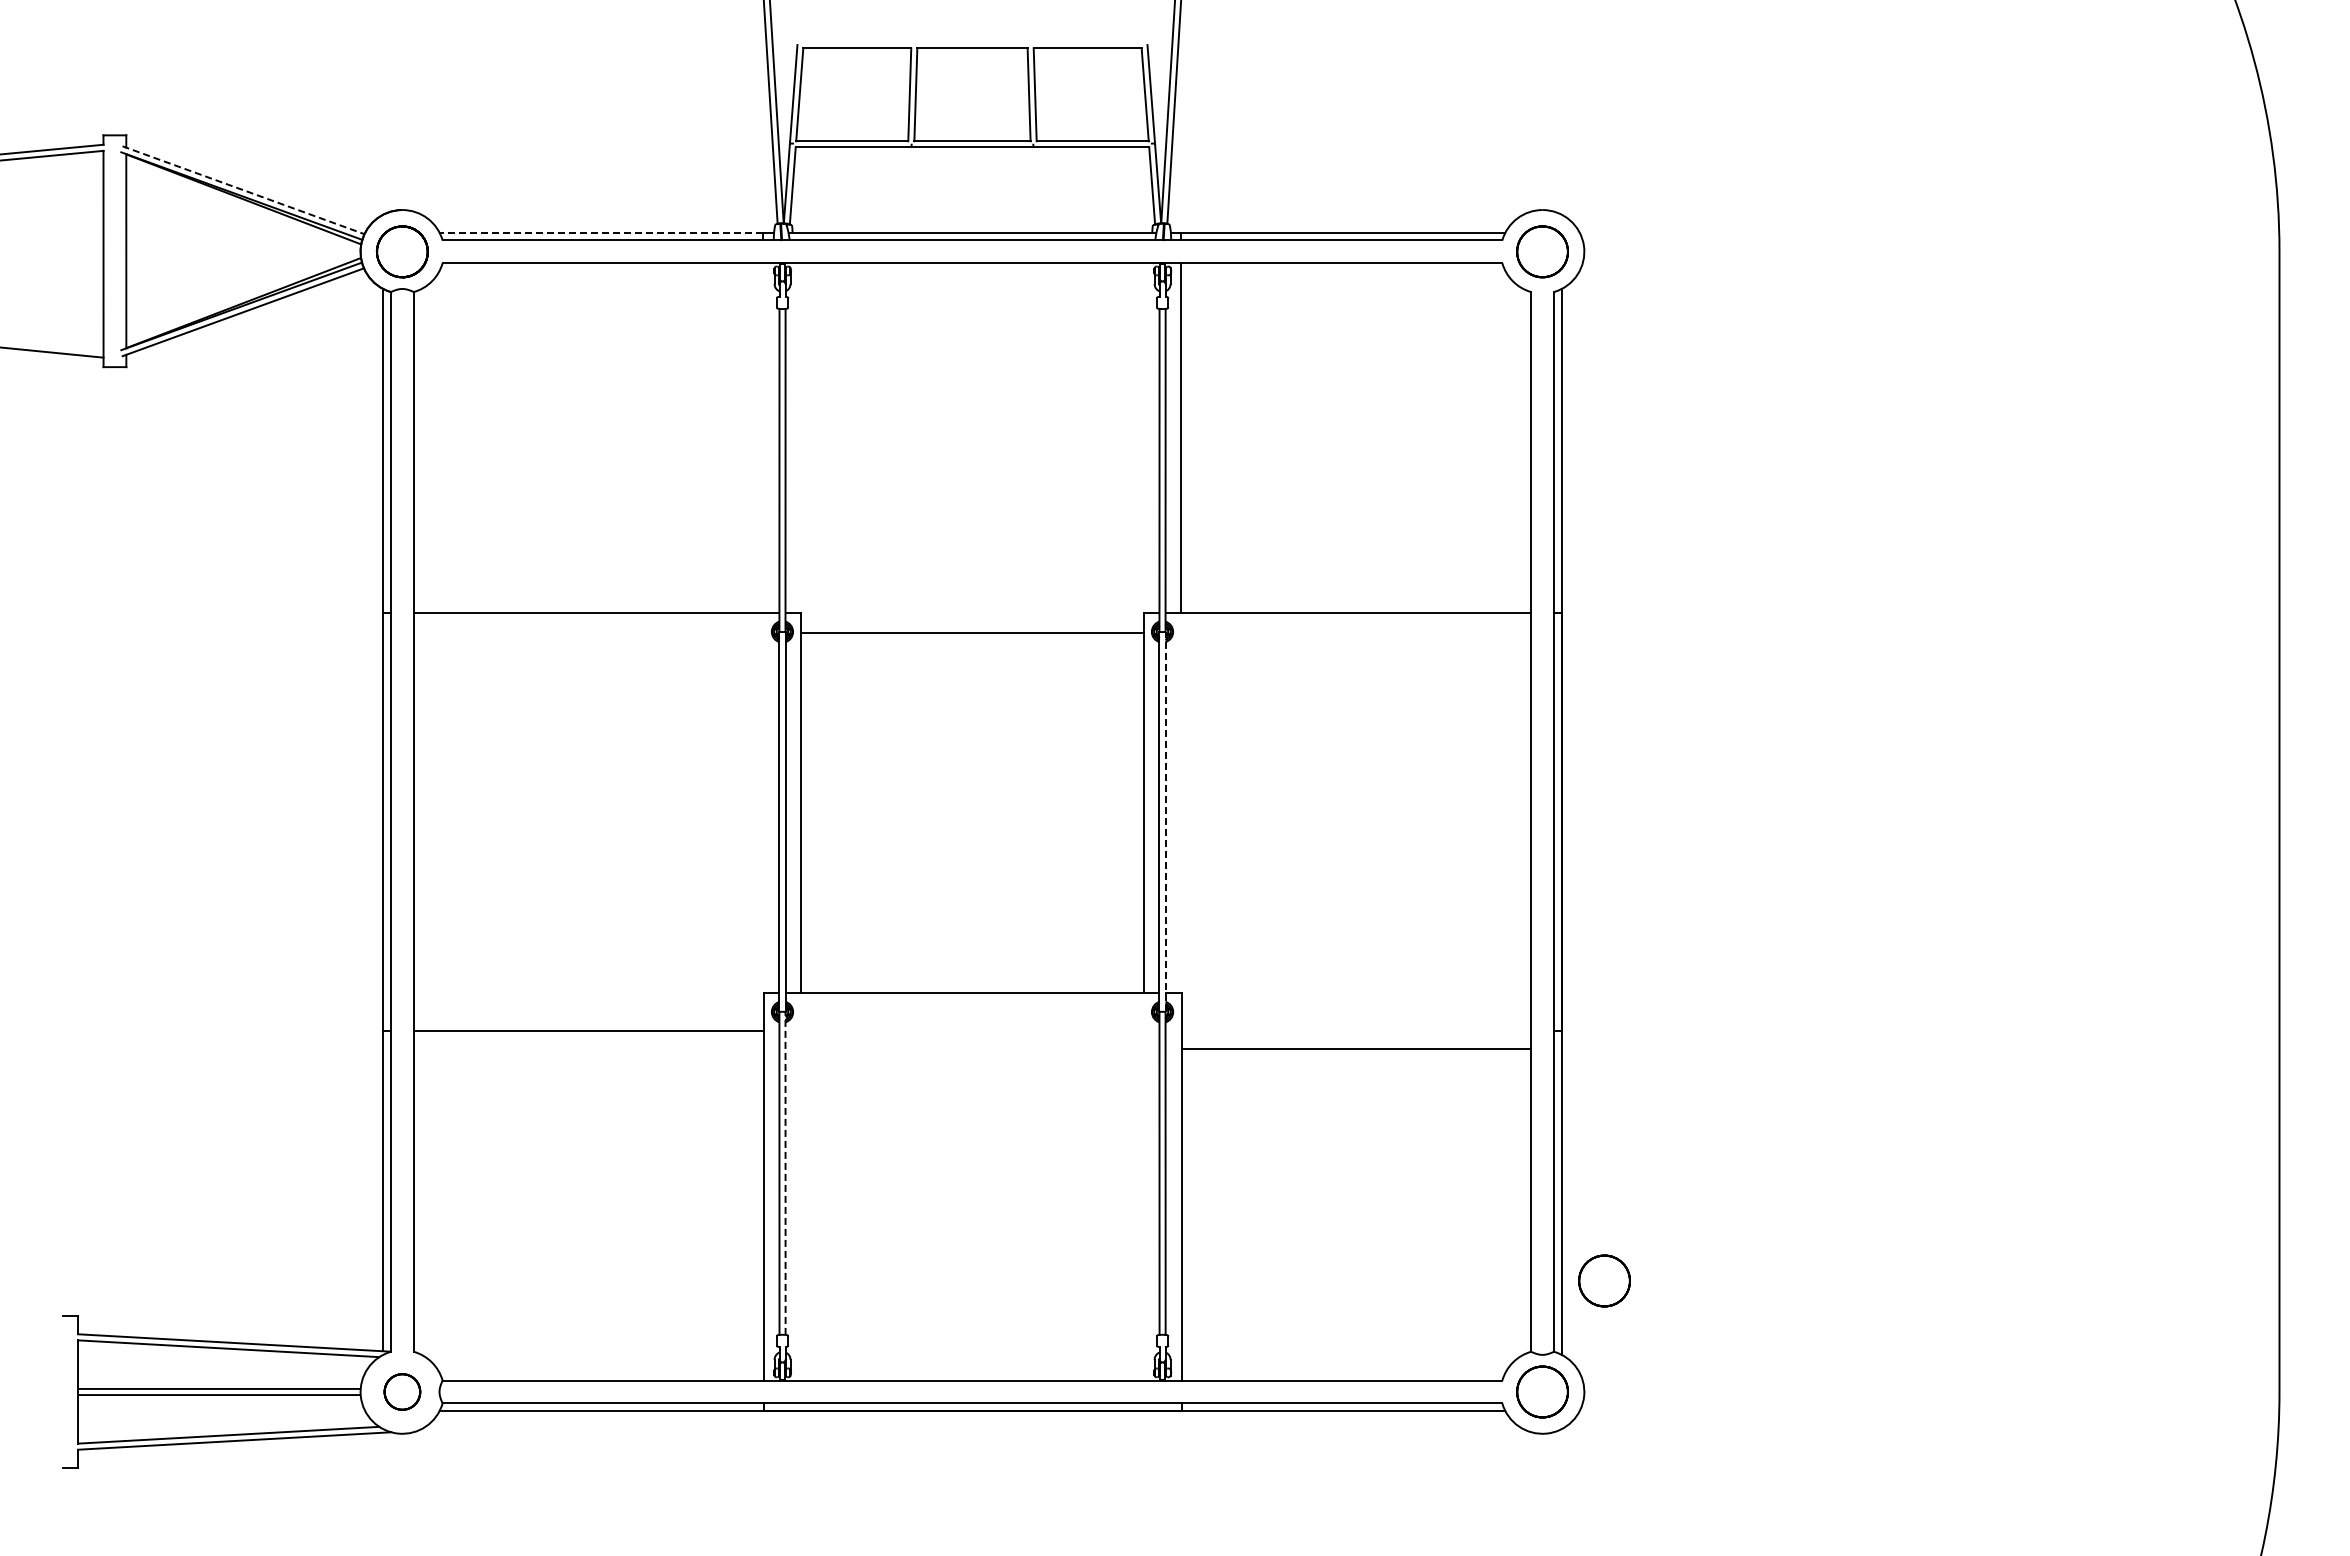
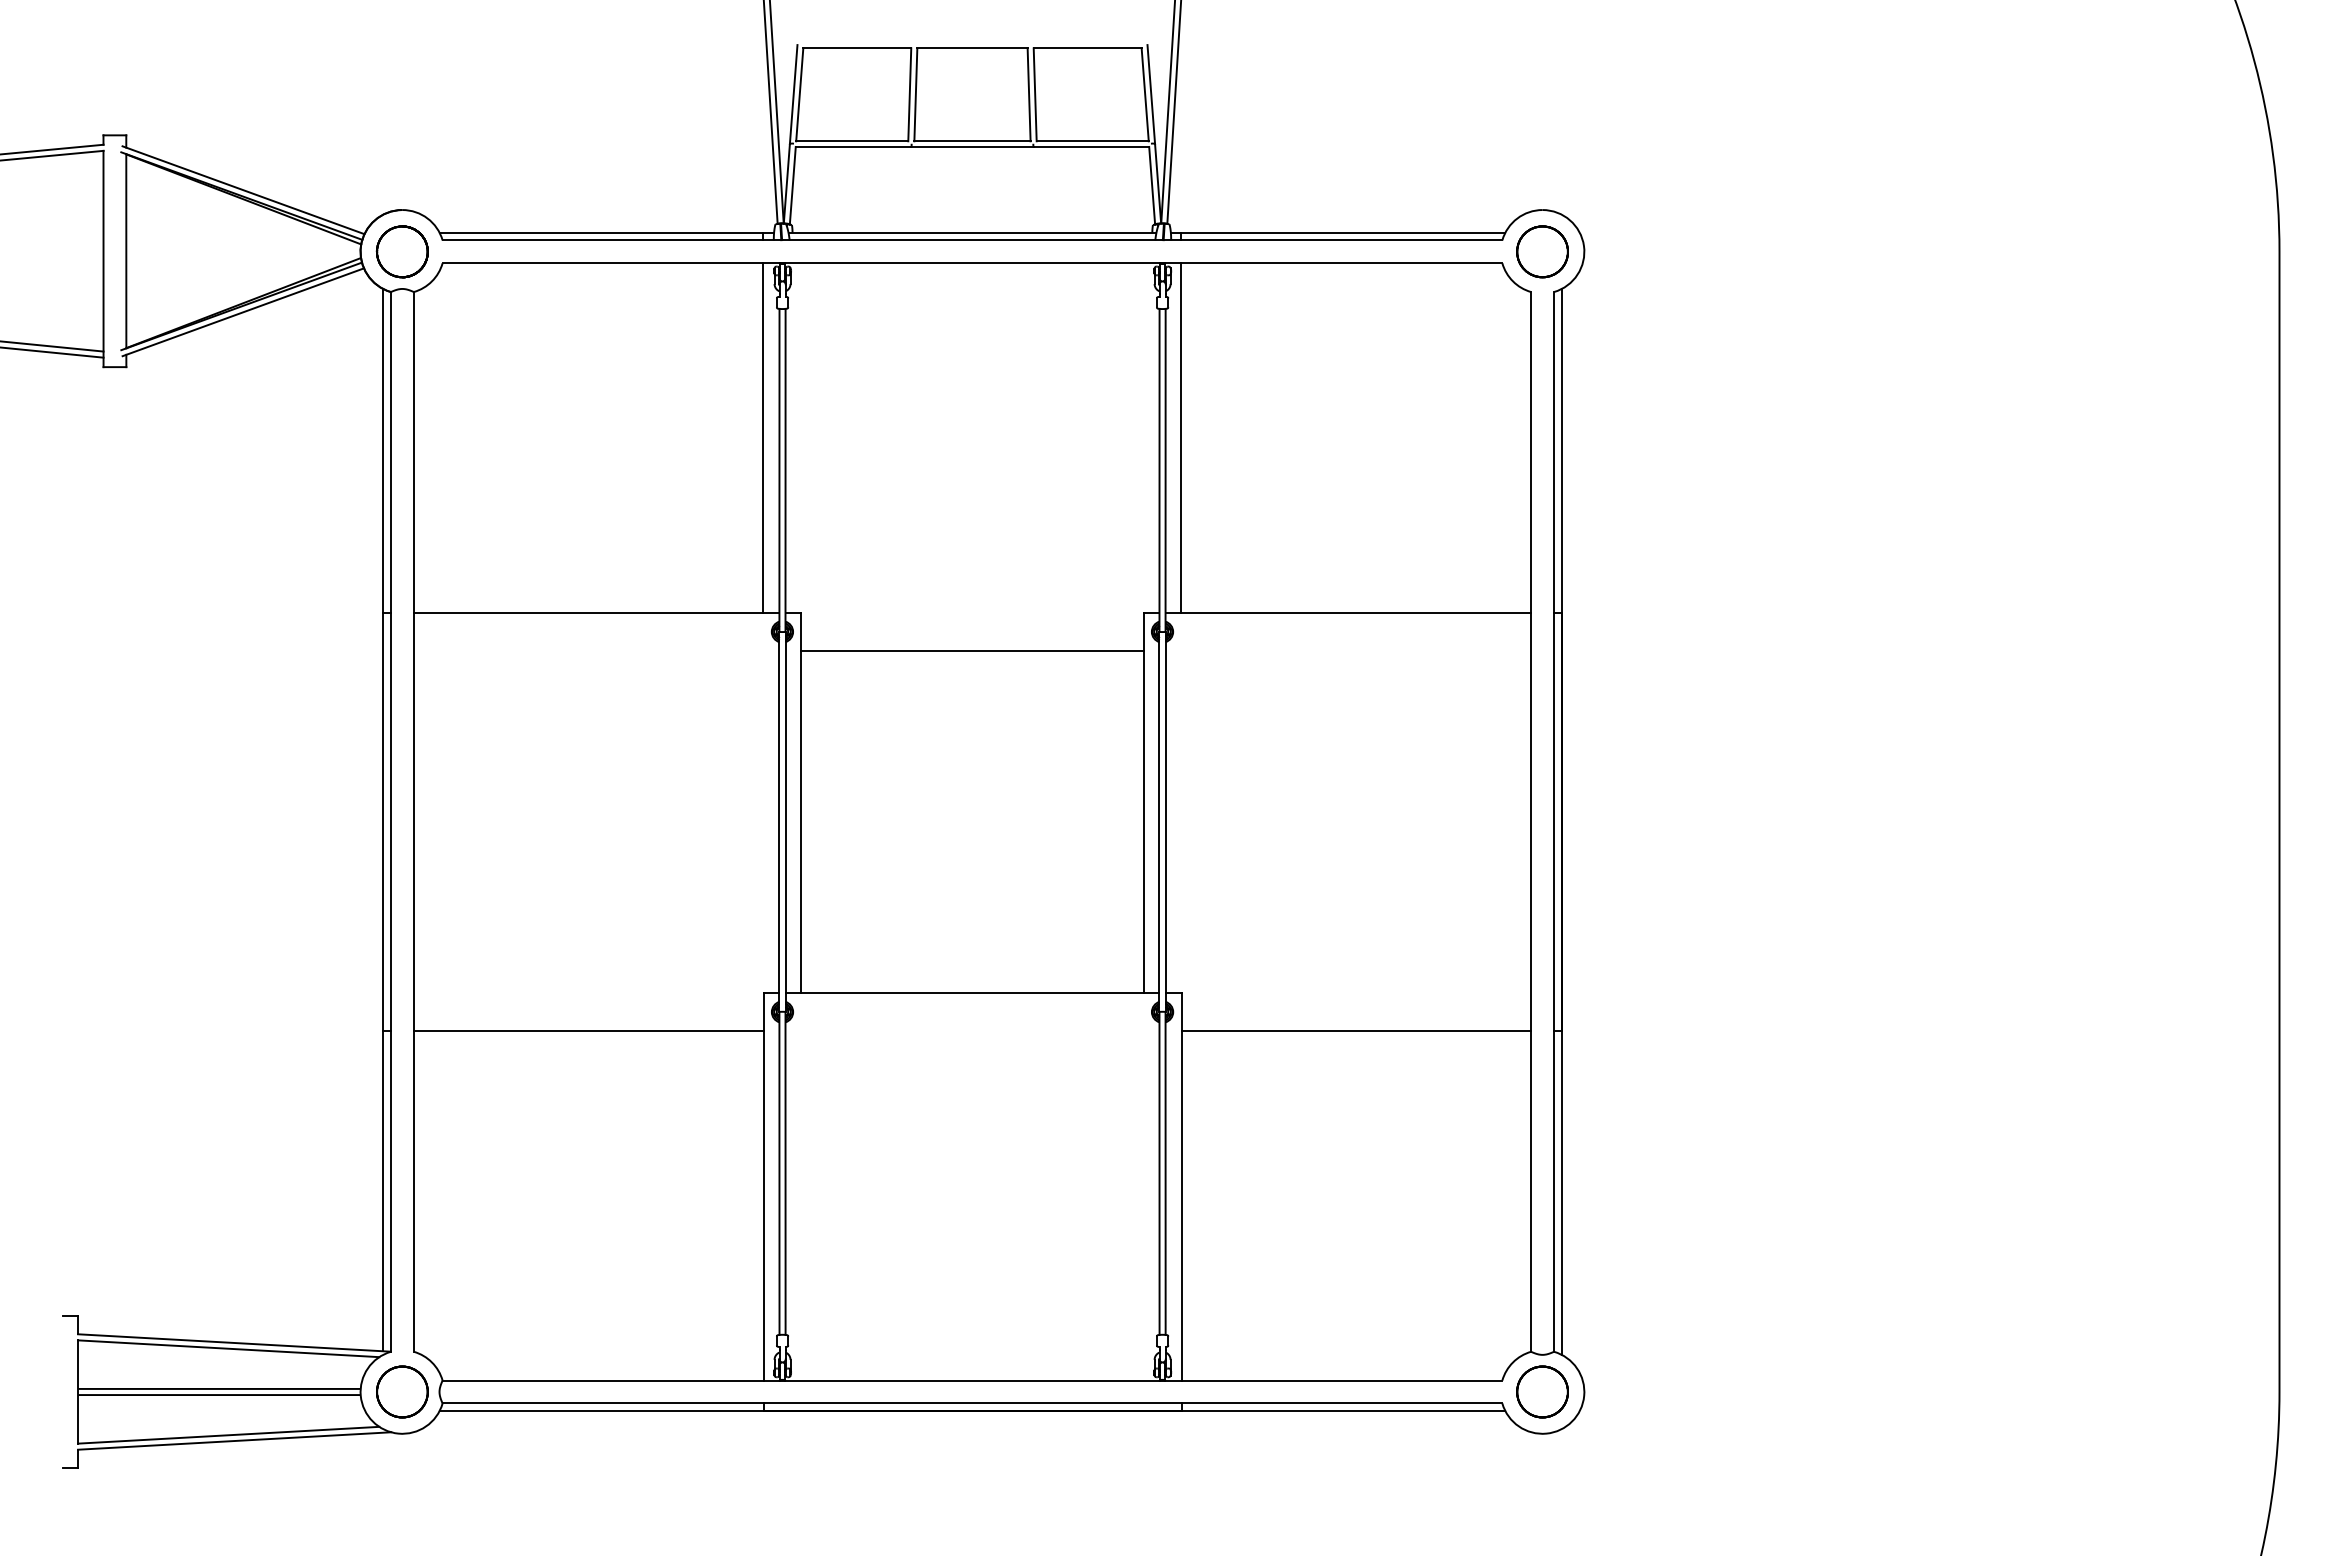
line at (243, 190): dashed -> solid
line at (601, 232): dashed -> solid
line at (52, 346): none -> present
line at (763, 437): none -> present
line at (972, 632) position: (972, 632) -> (972, 650)
line at (1165, 821): dashed -> solid
line at (1356, 1048) position: (1356, 1048) -> (1356, 1030)
line at (785, 1172): dashed -> solid
part at (1604, 1280): present -> none
part at (402, 1391) size: 39x38 px -> 53x54 px
